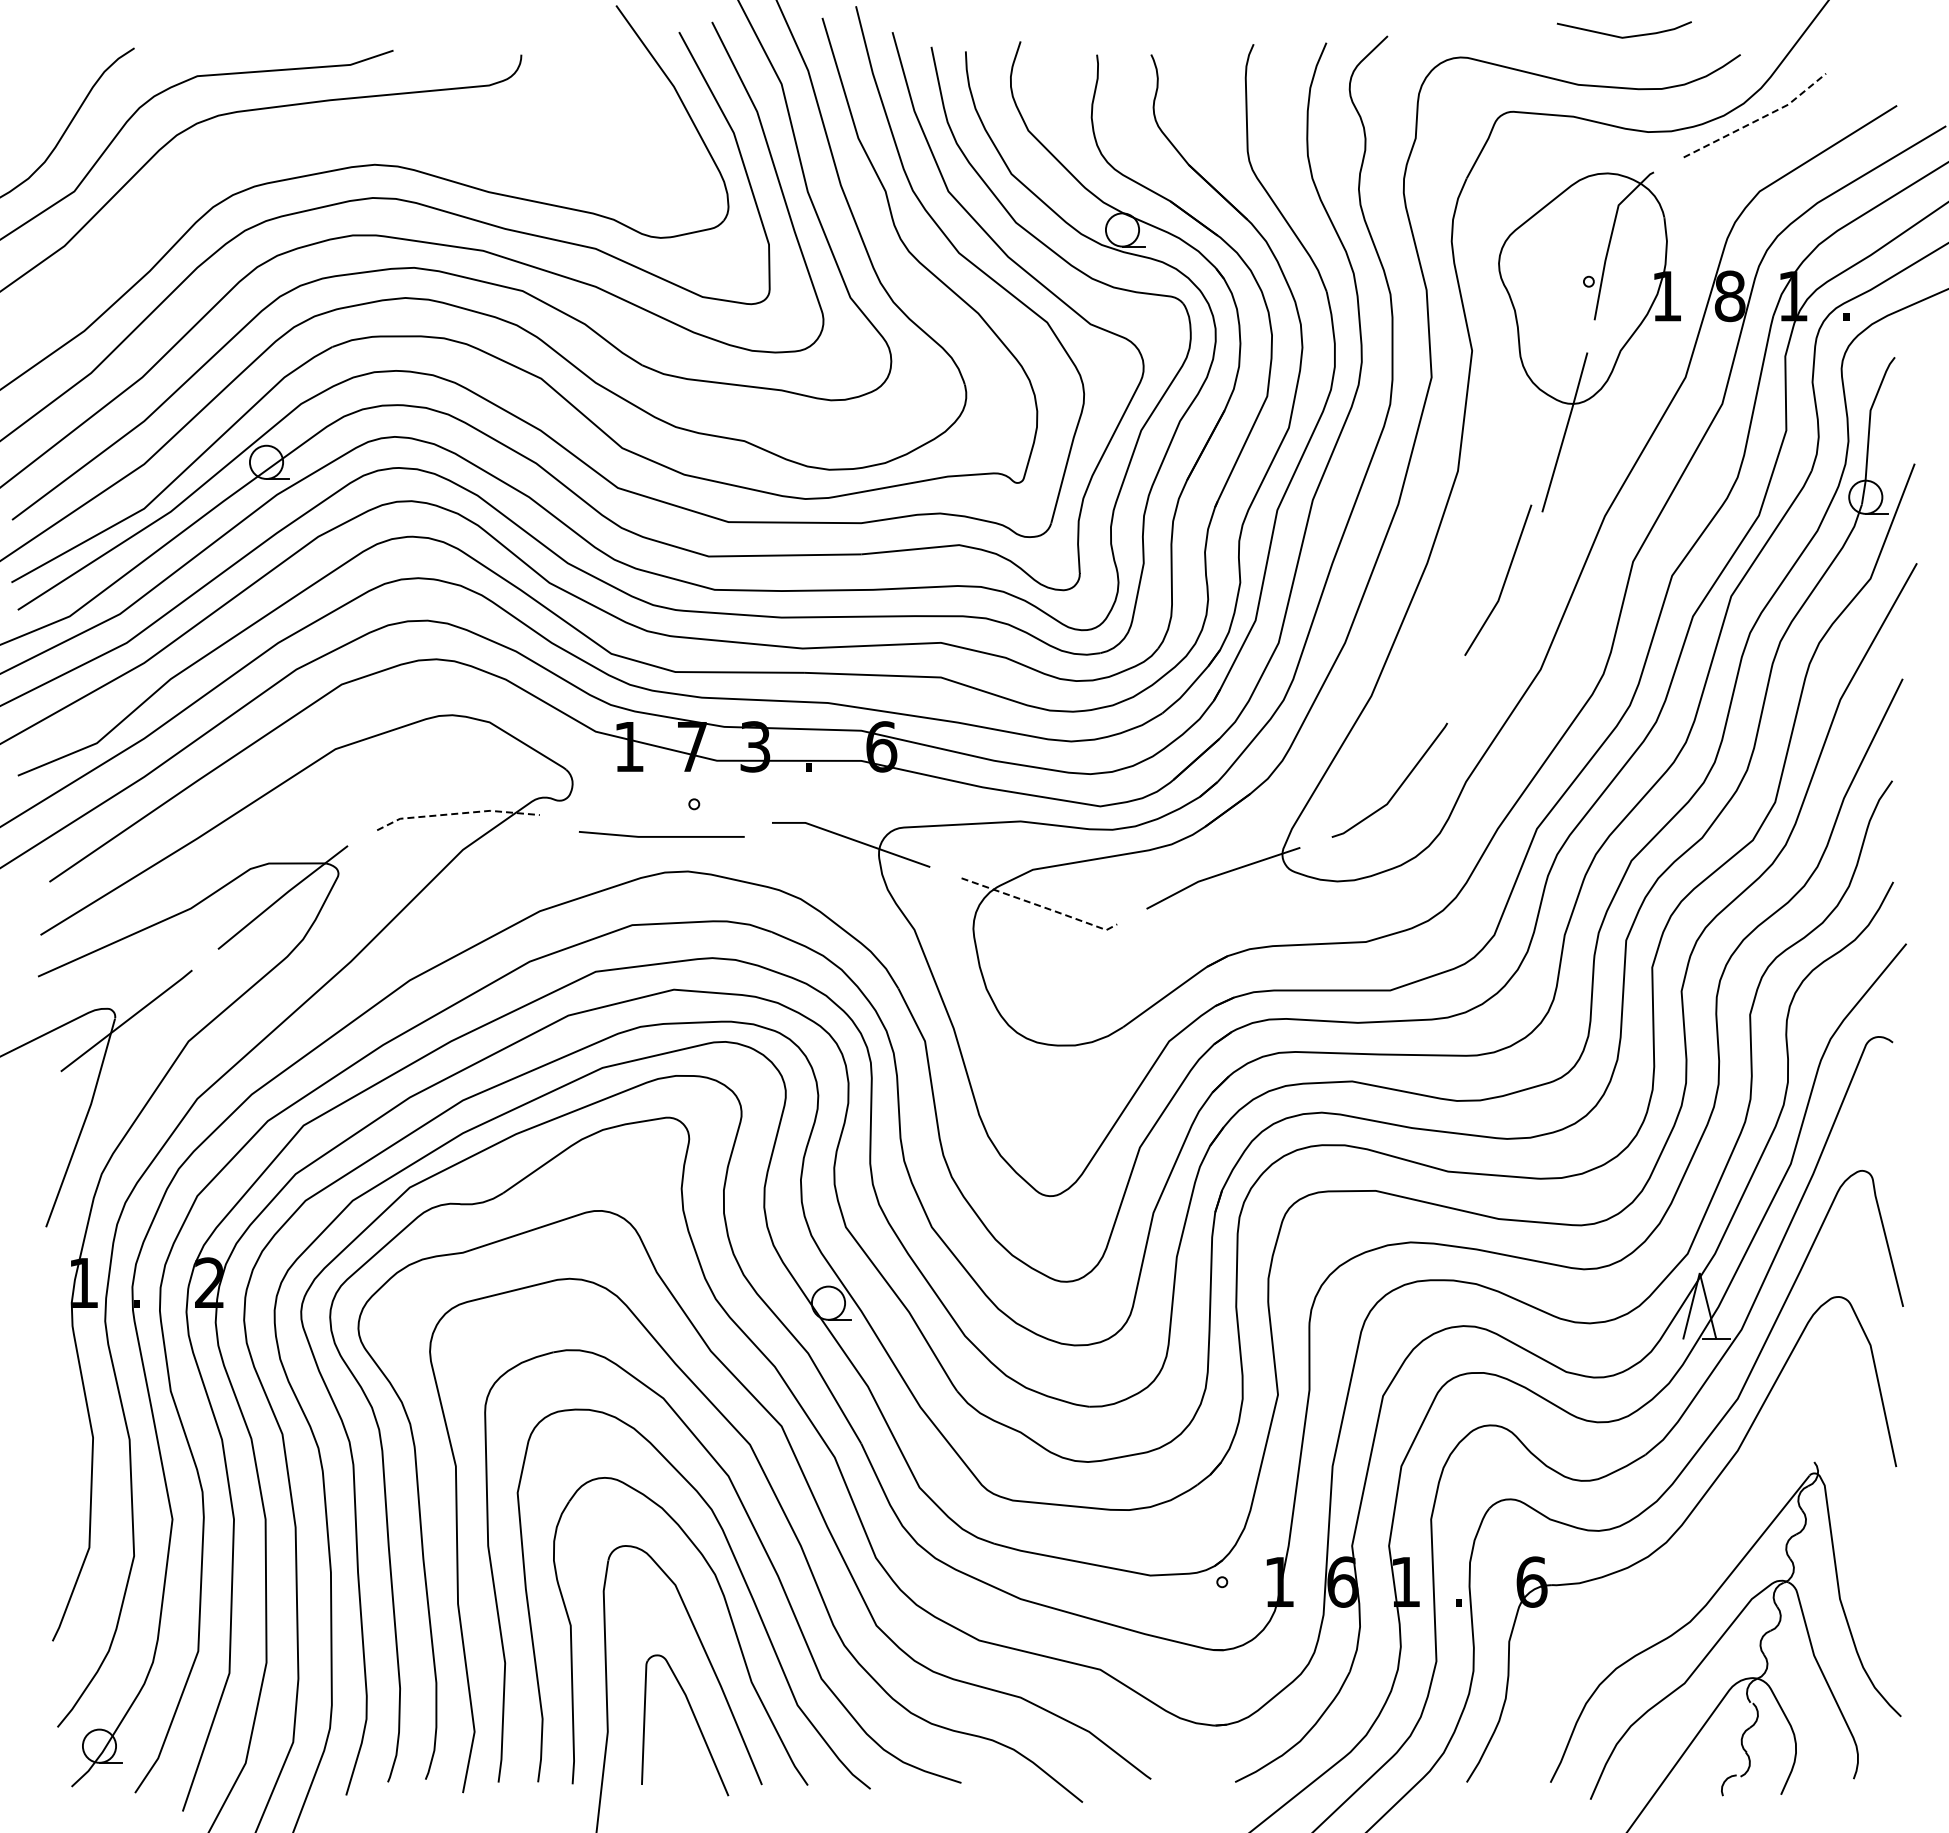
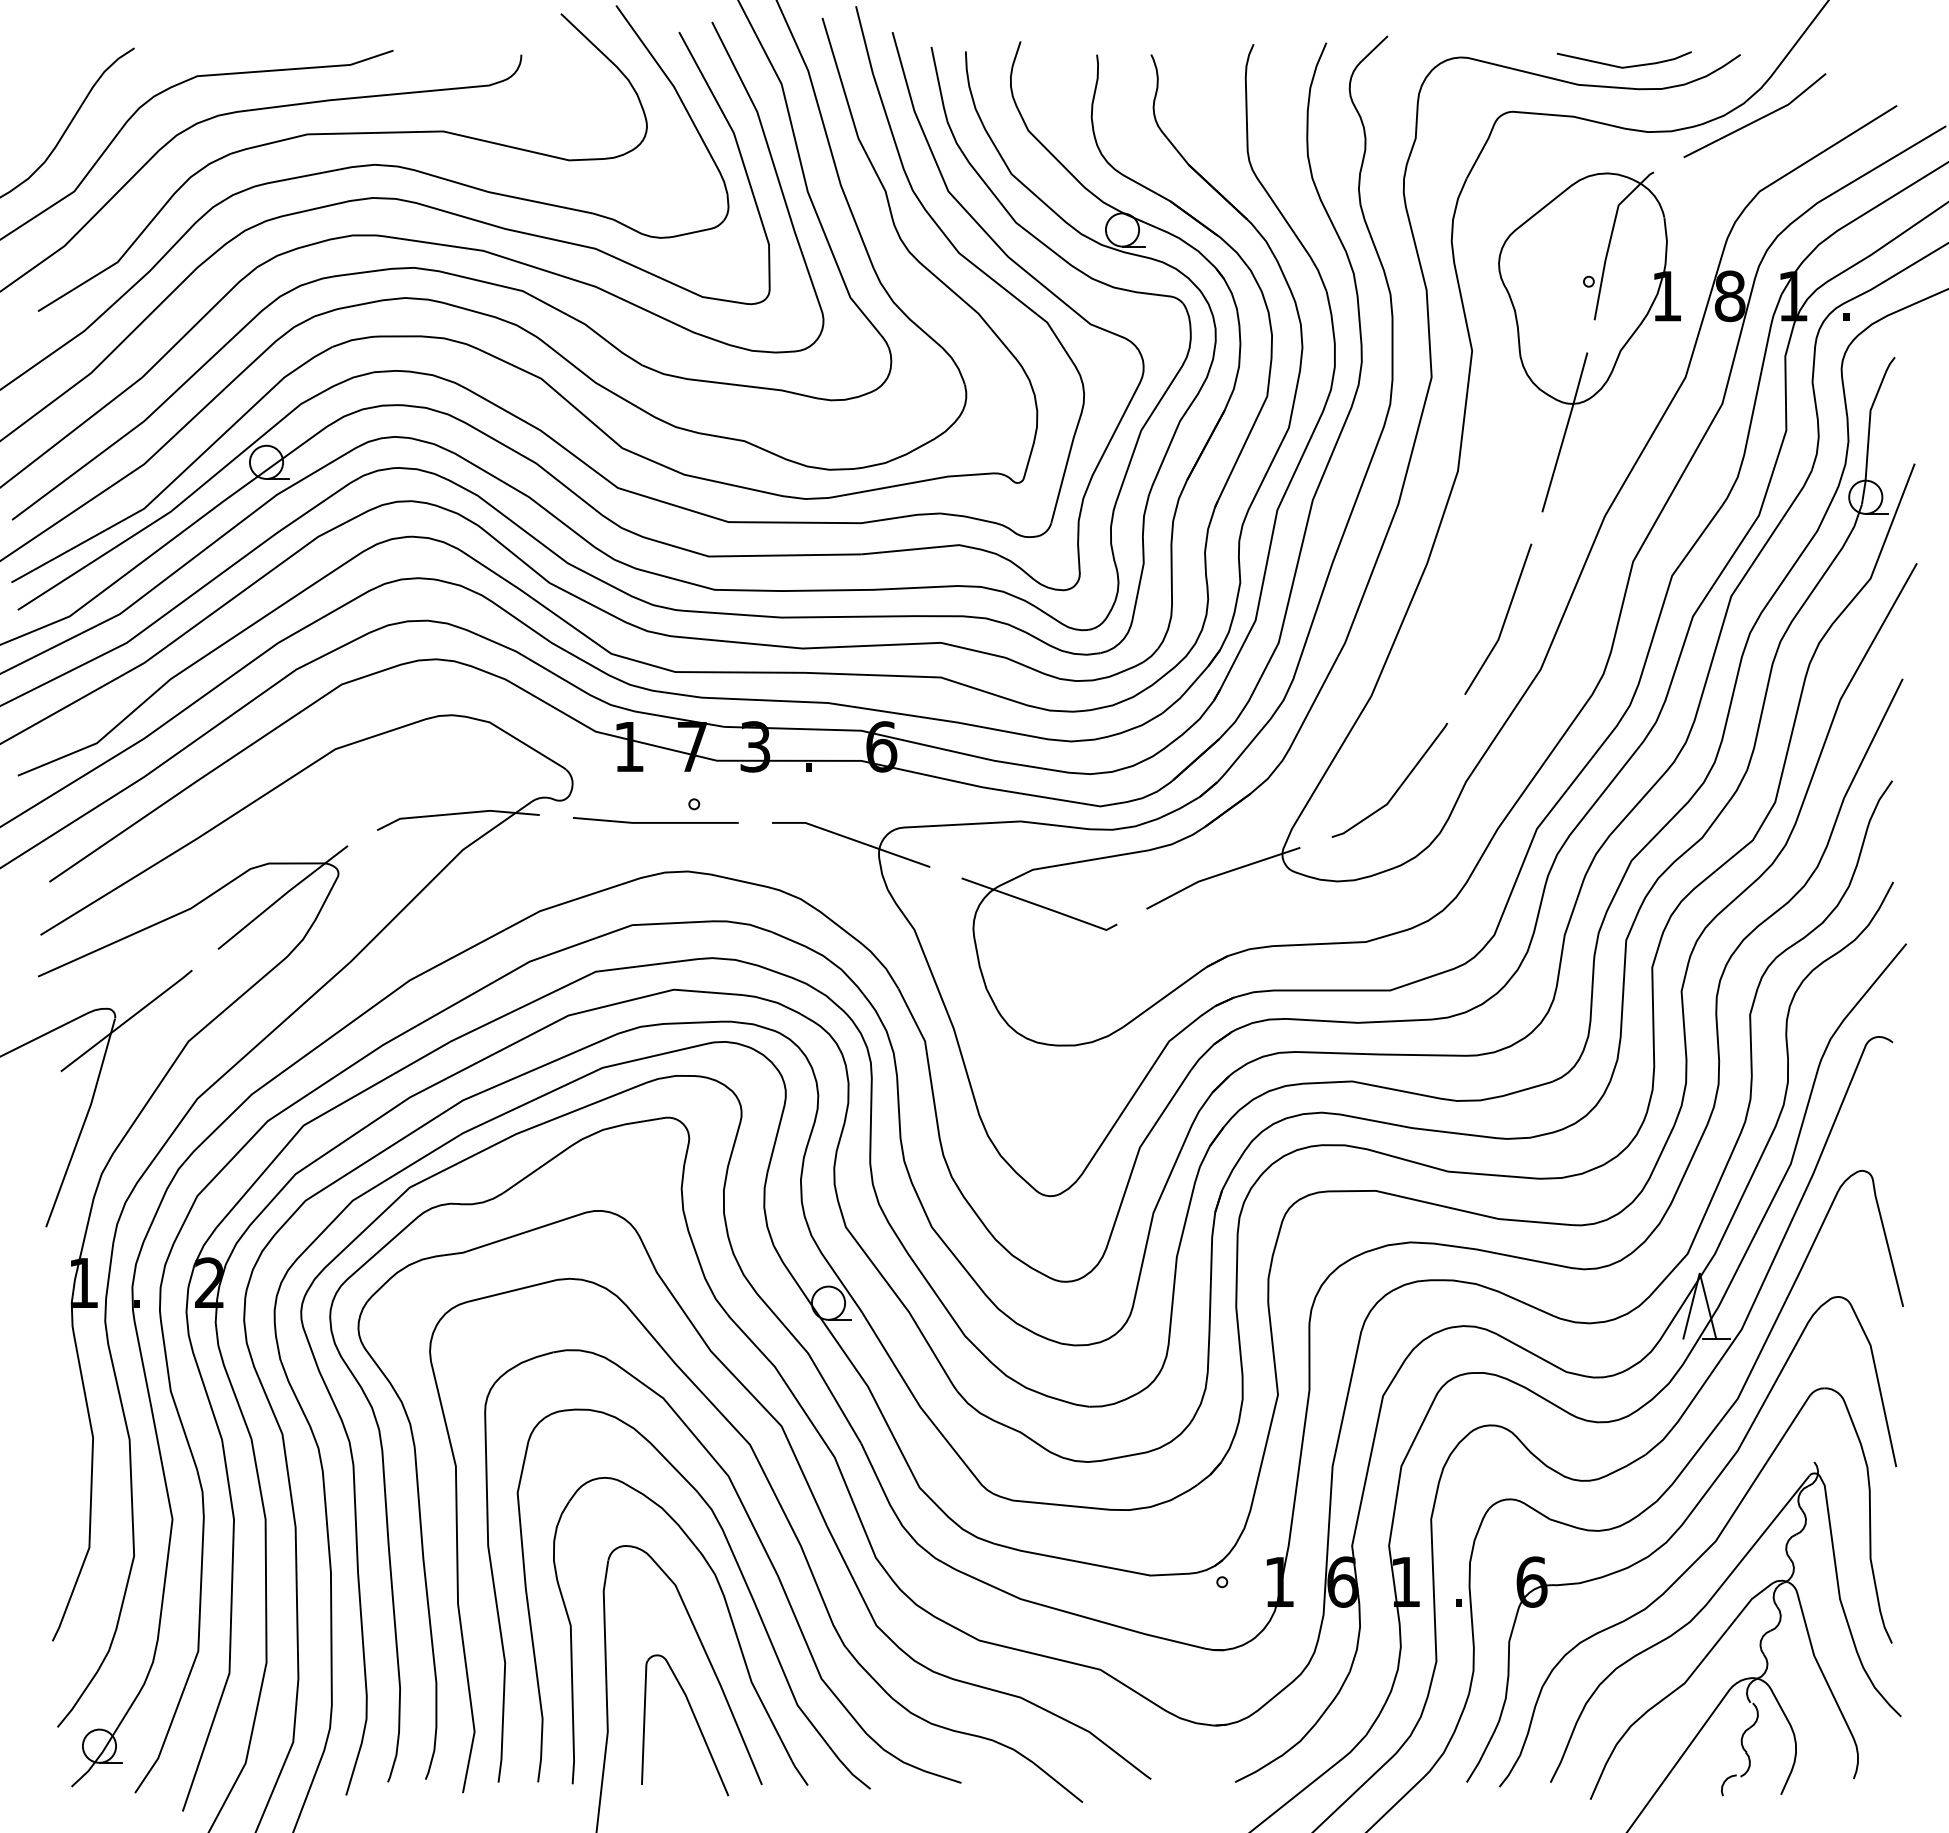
line at (1623, 36) position: (1623, 36) -> (1623, 66)
line at (1758, 119): dashed -> solid
curve at (342, 134): none -> present
line at (1503, 582) position: (1503, 582) -> (1503, 621)
line at (457, 813): dashed -> solid
line at (661, 836) position: (661, 836) -> (655, 822)
line at (1041, 906): dashed -> solid
part at (1683, 1575): none -> present
